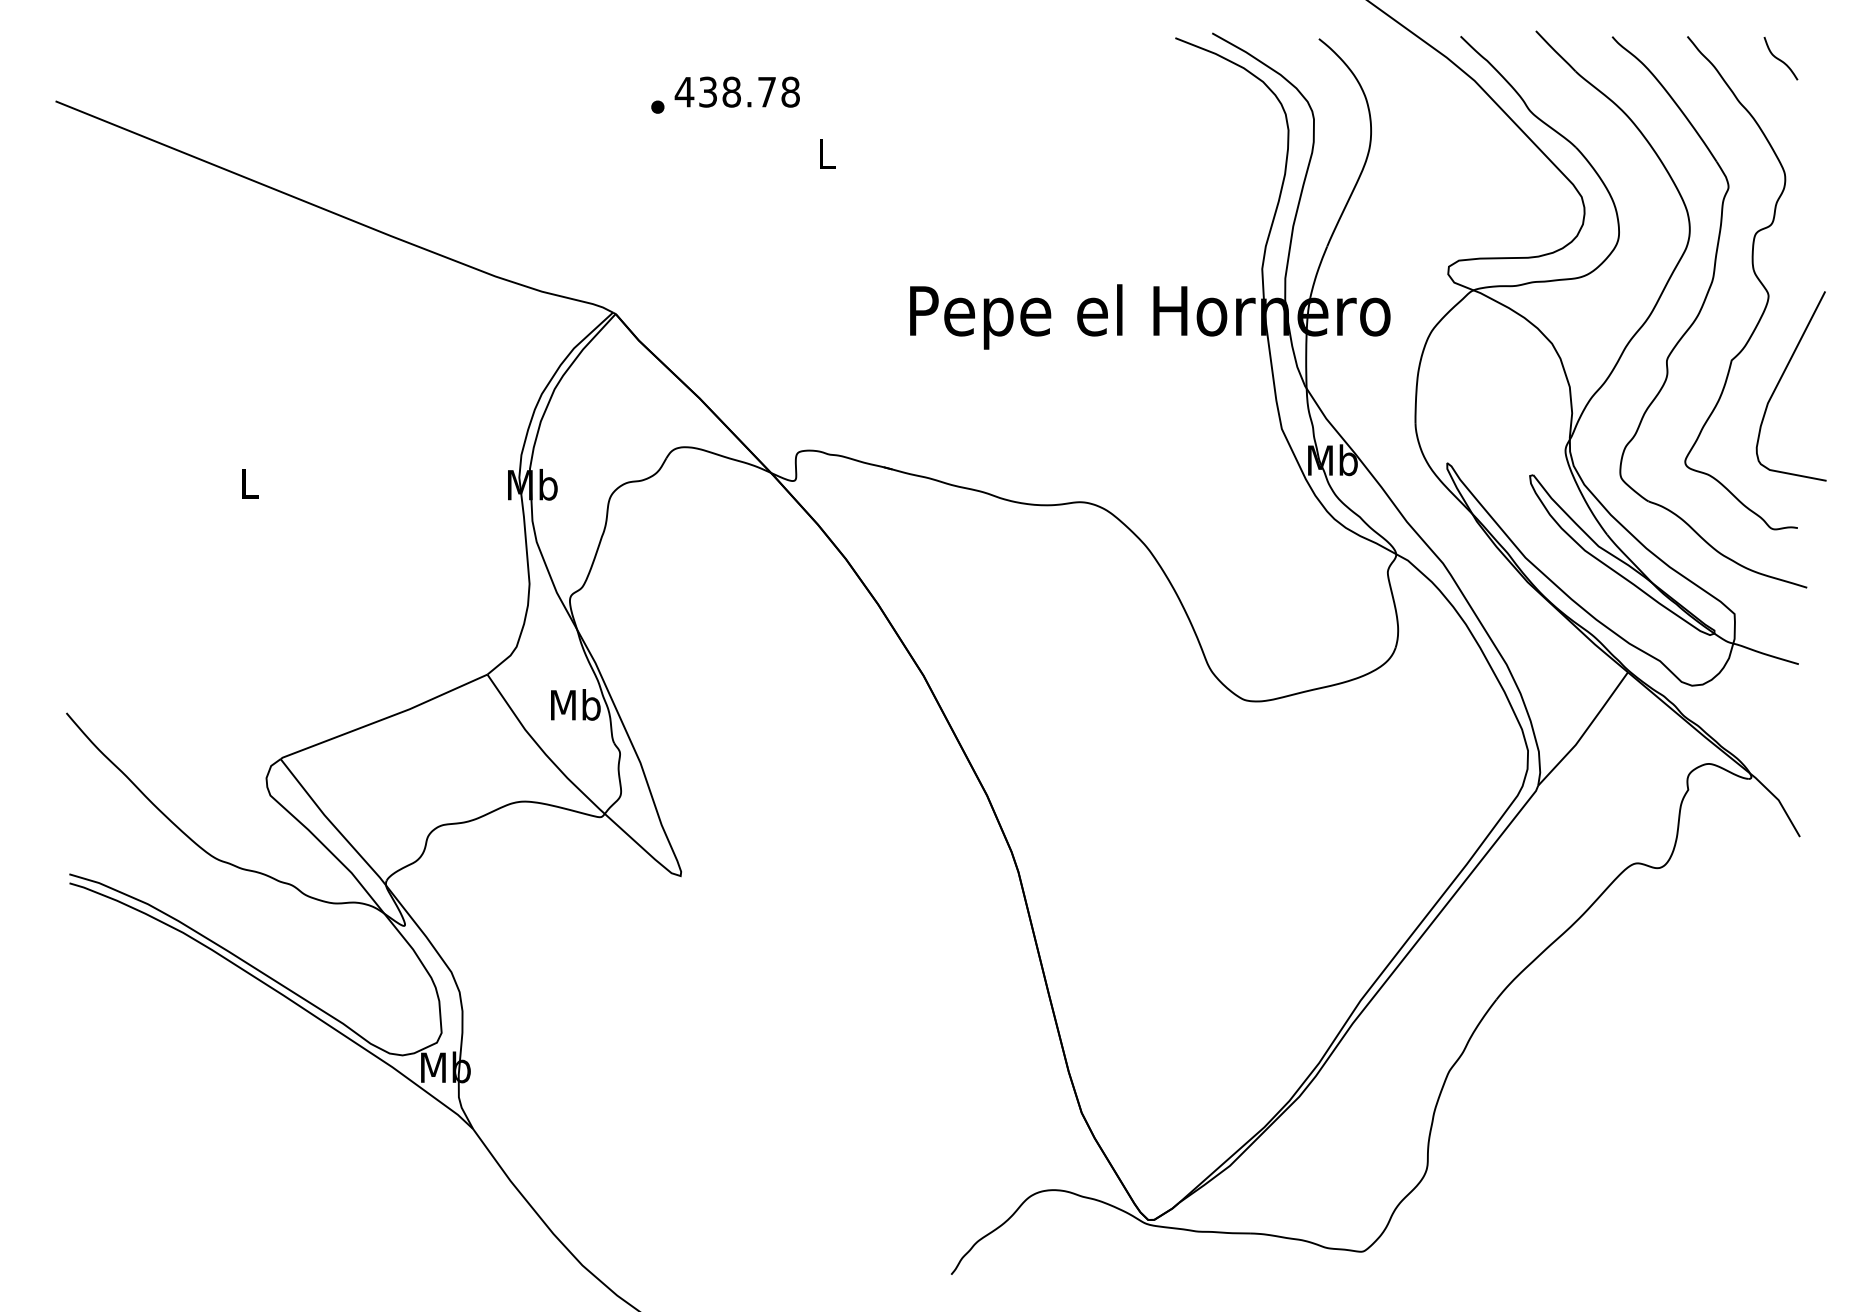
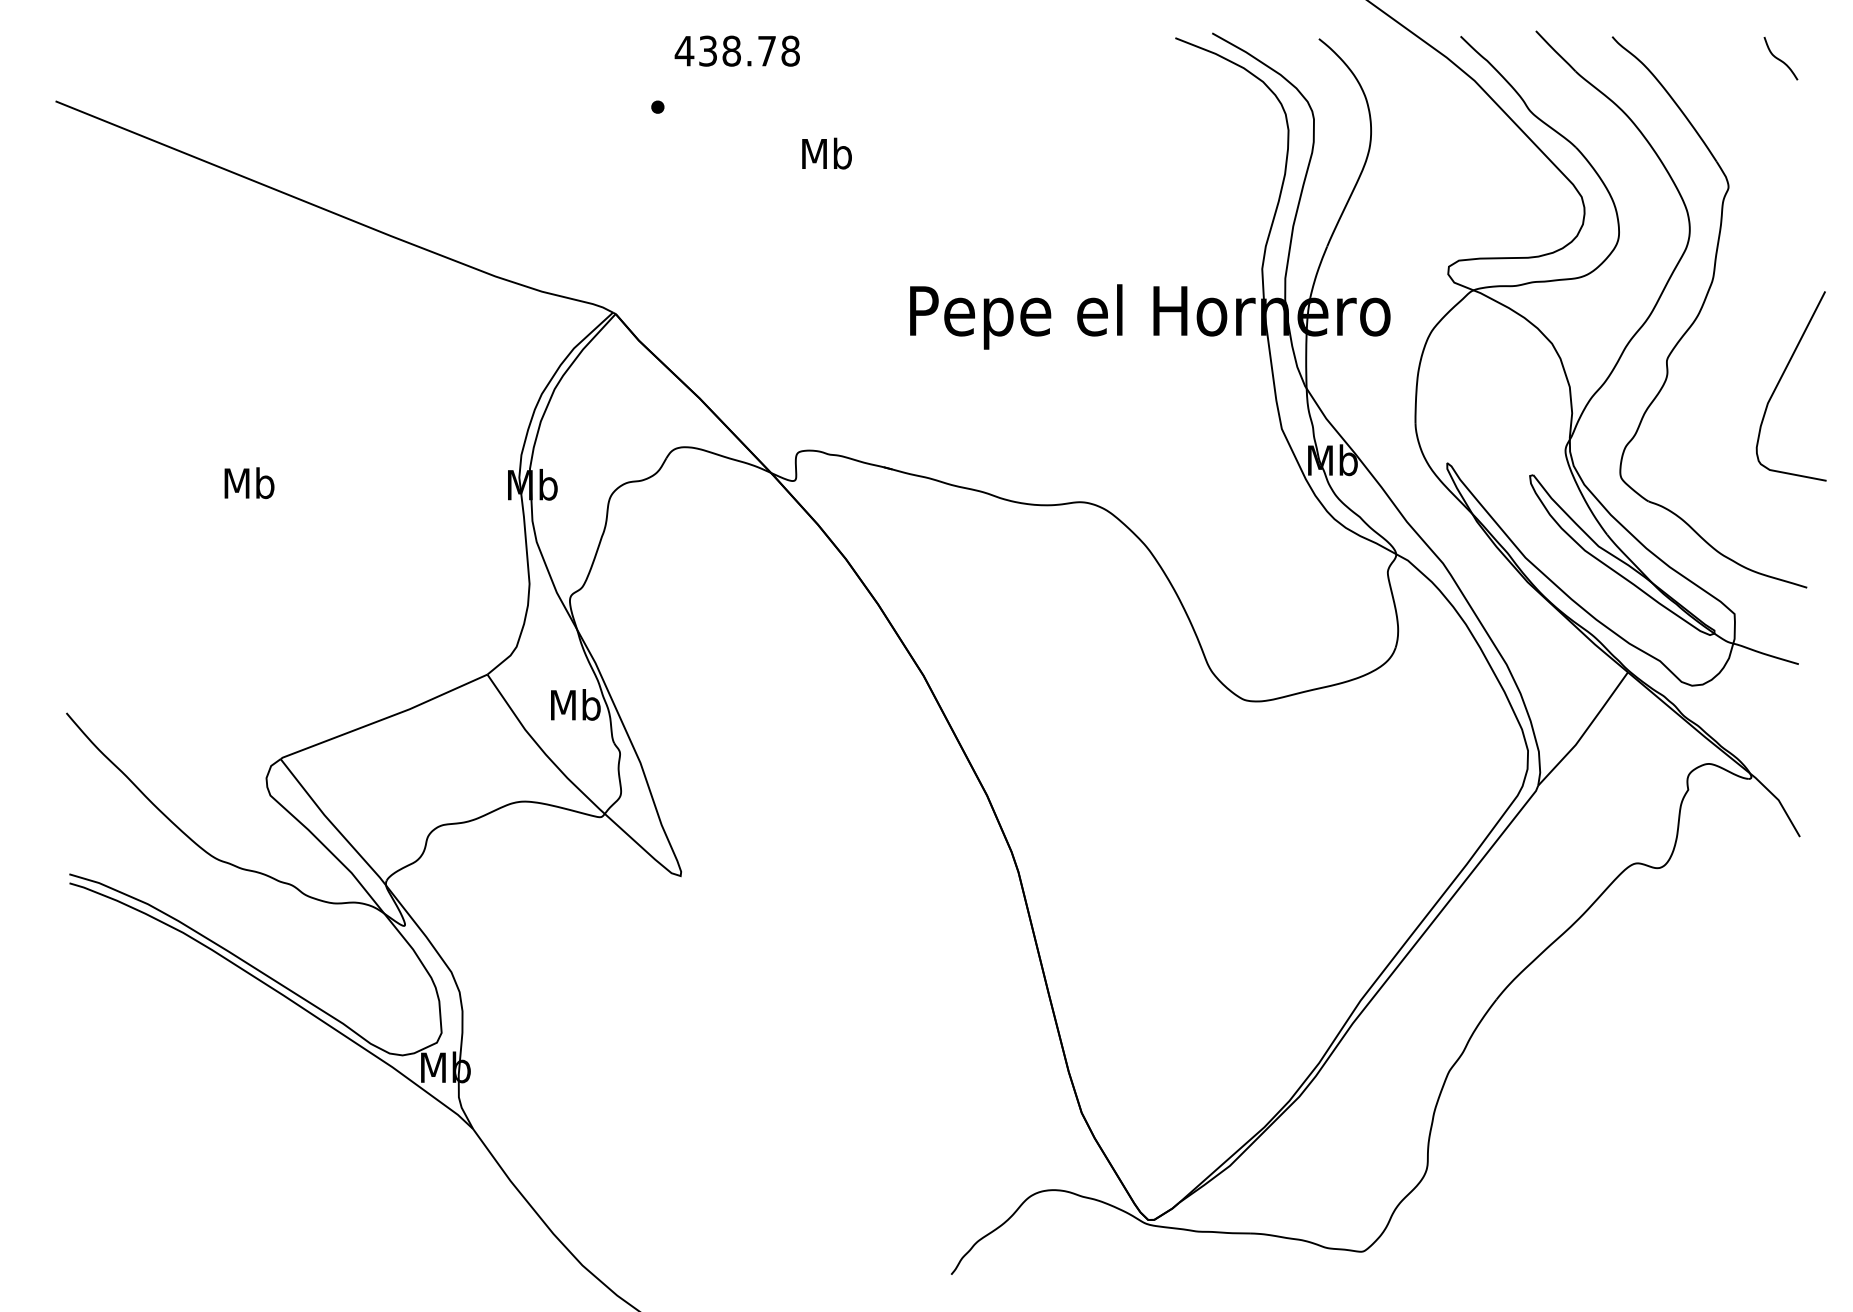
text at (736, 91) position: (736, 91) -> (736, 50)
text at (826, 153): L -> Mb
part at (1755, 276): present -> none
text at (249, 483): L -> Mb
